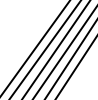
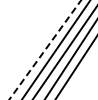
line at (35, 48): present -> none
line at (45, 50): solid -> dashed
